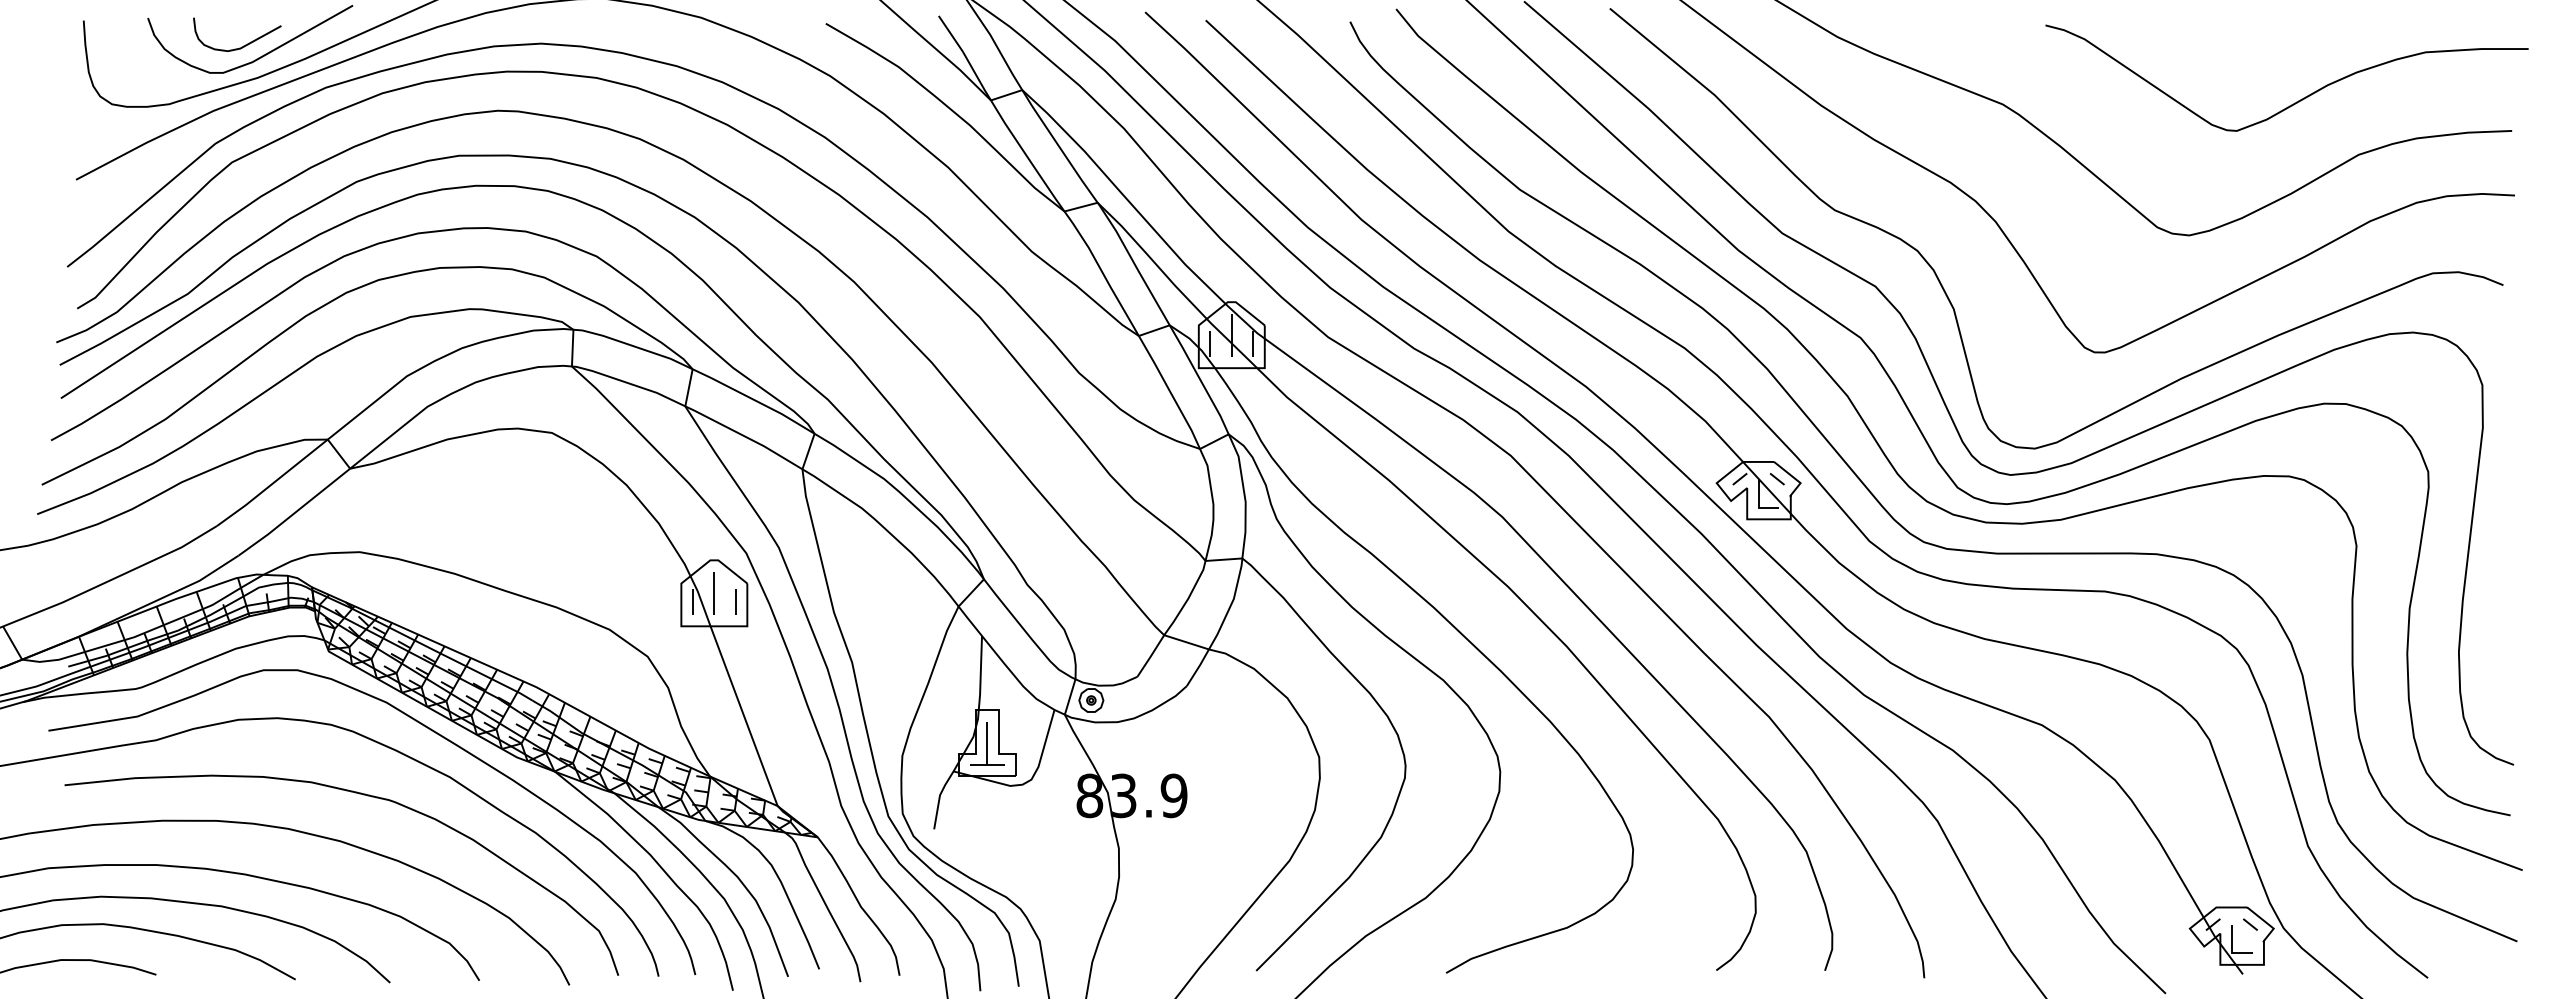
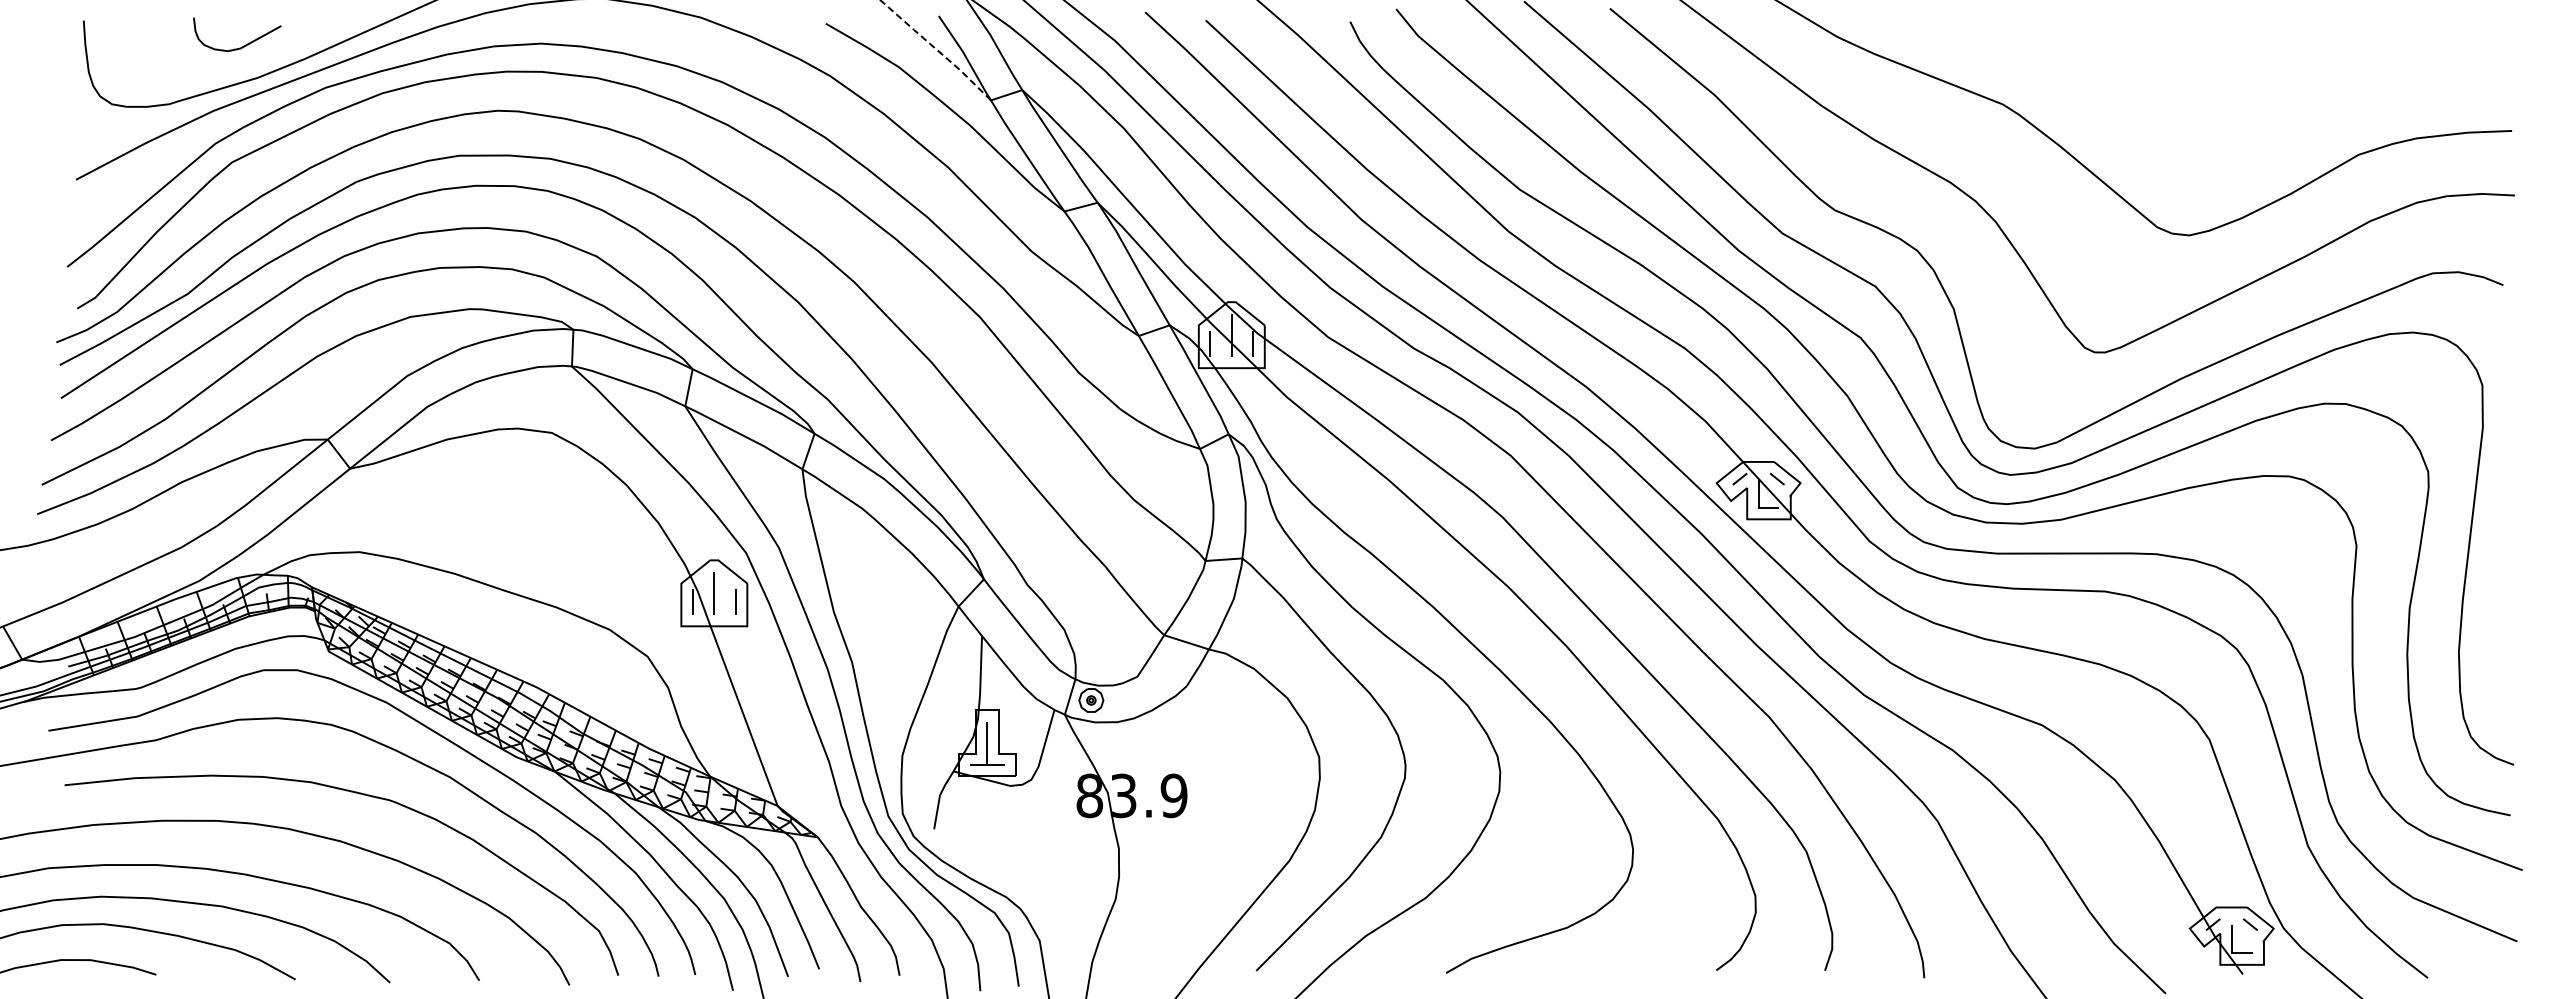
line at (936, 49): solid -> dashed
curve at (258, 57): present -> none
curve at (2298, 100): present -> none
